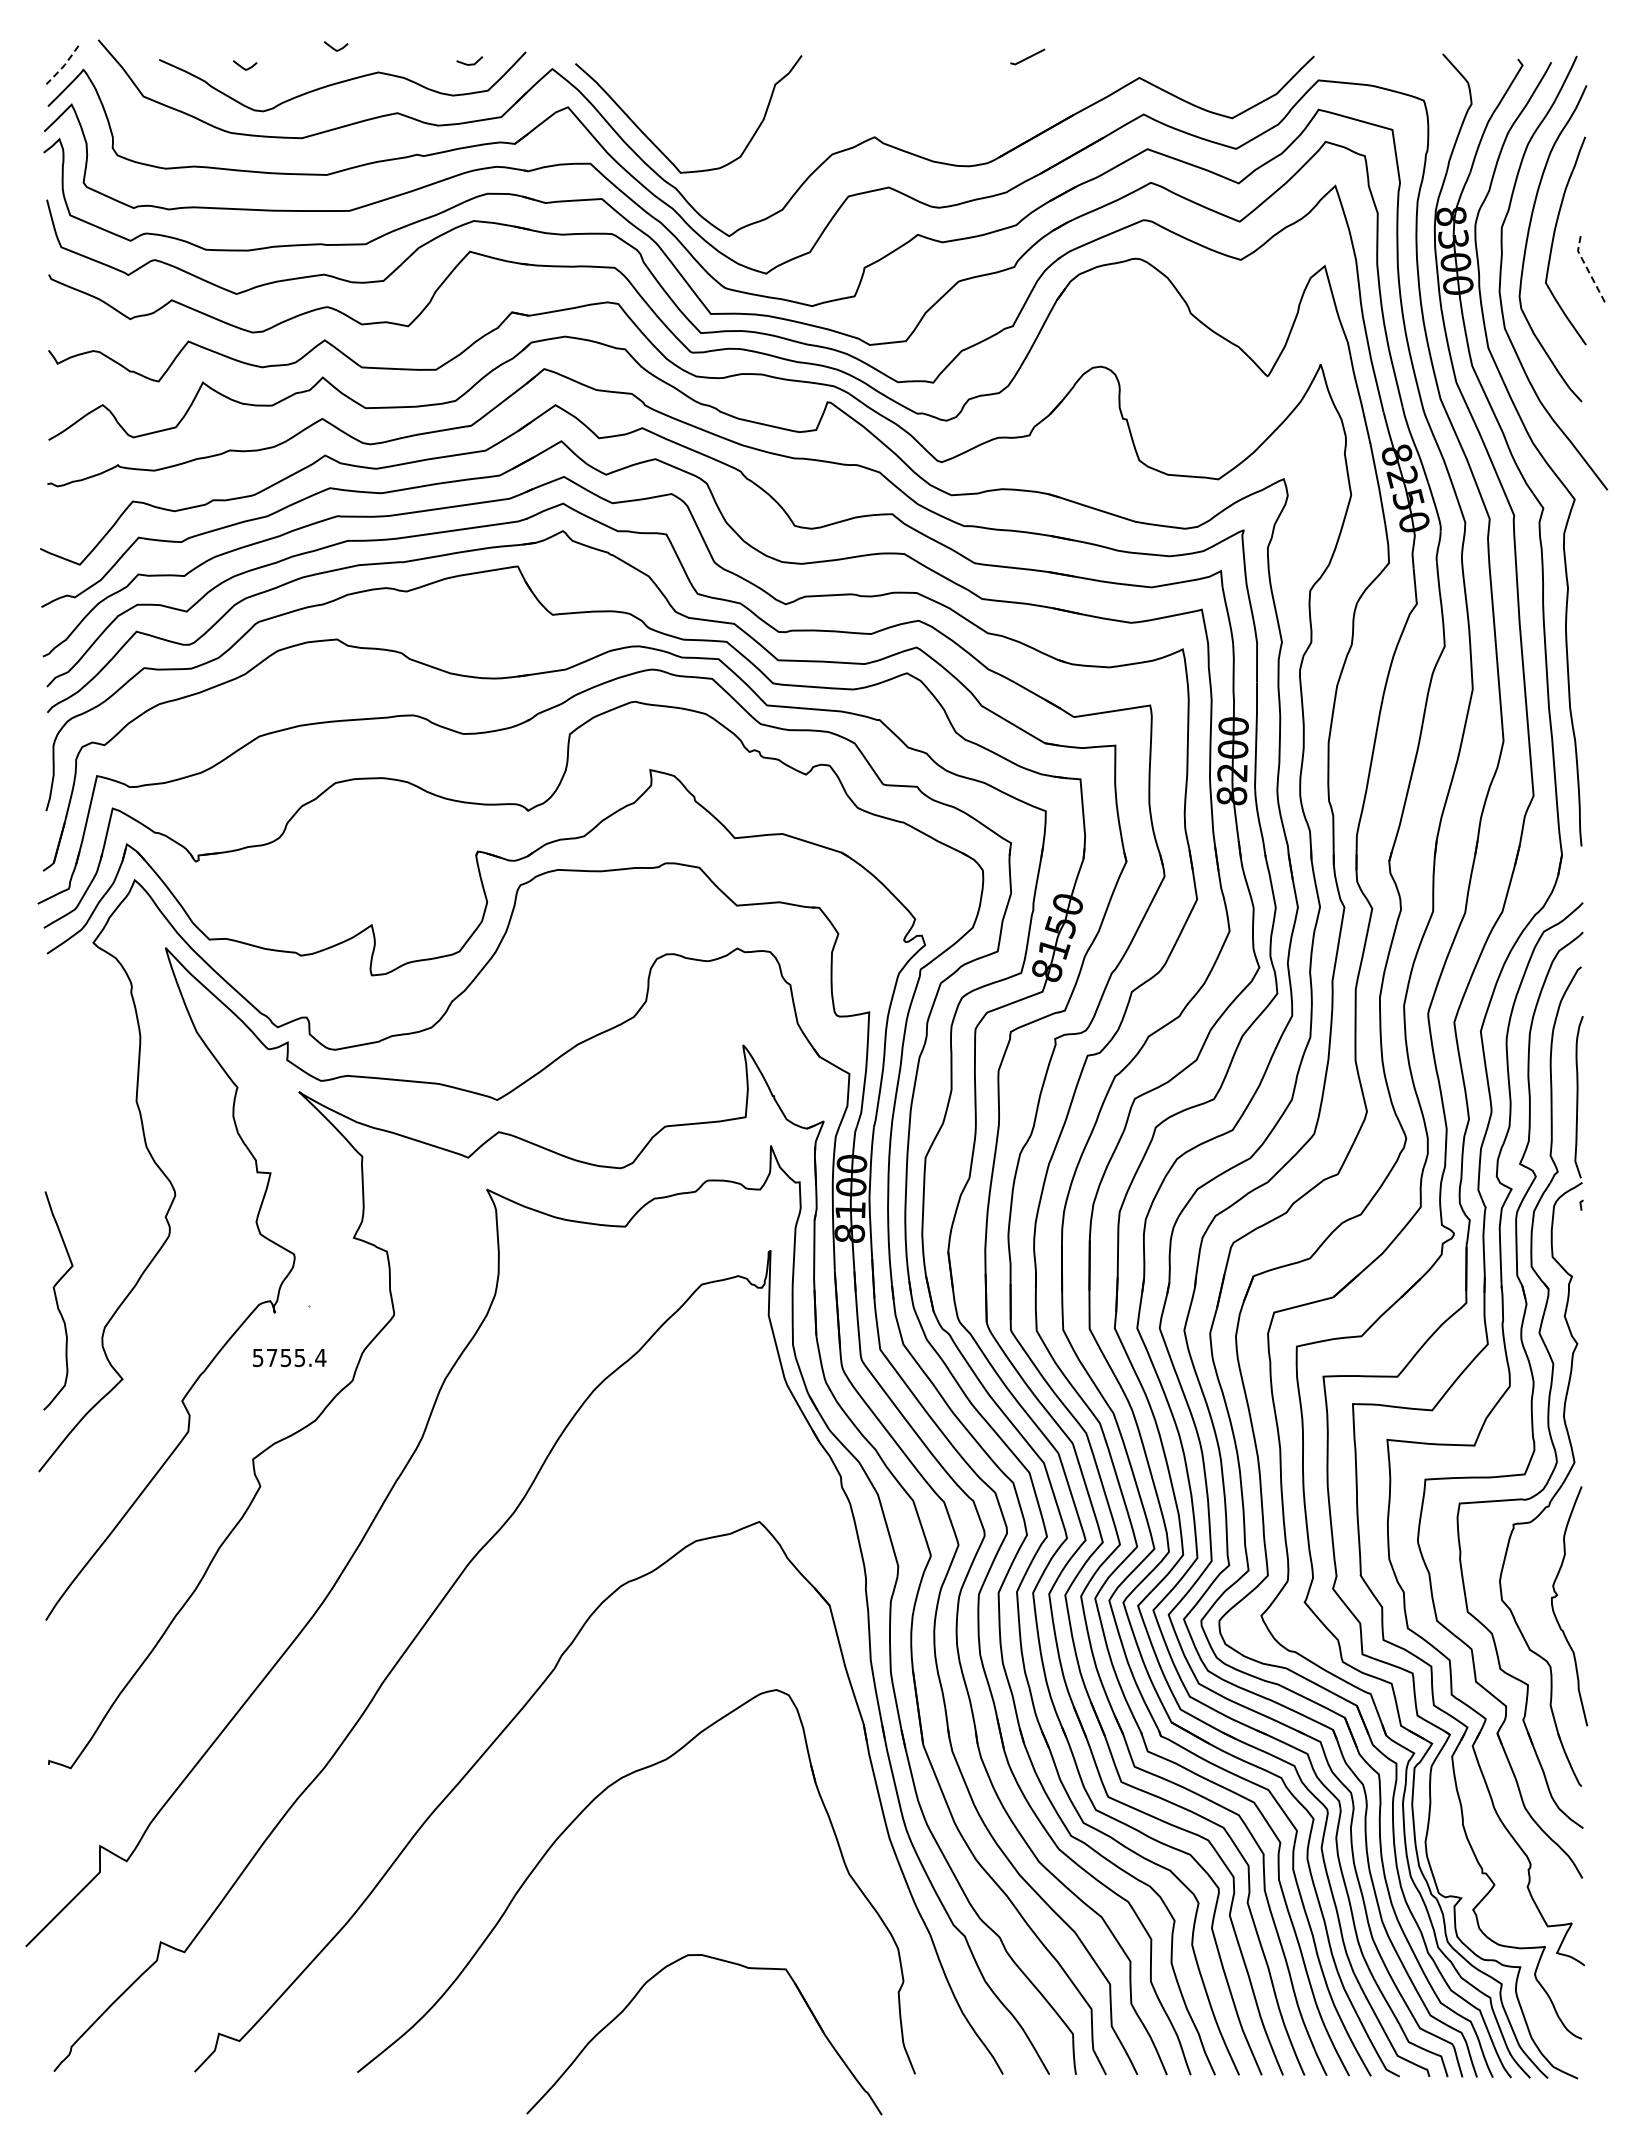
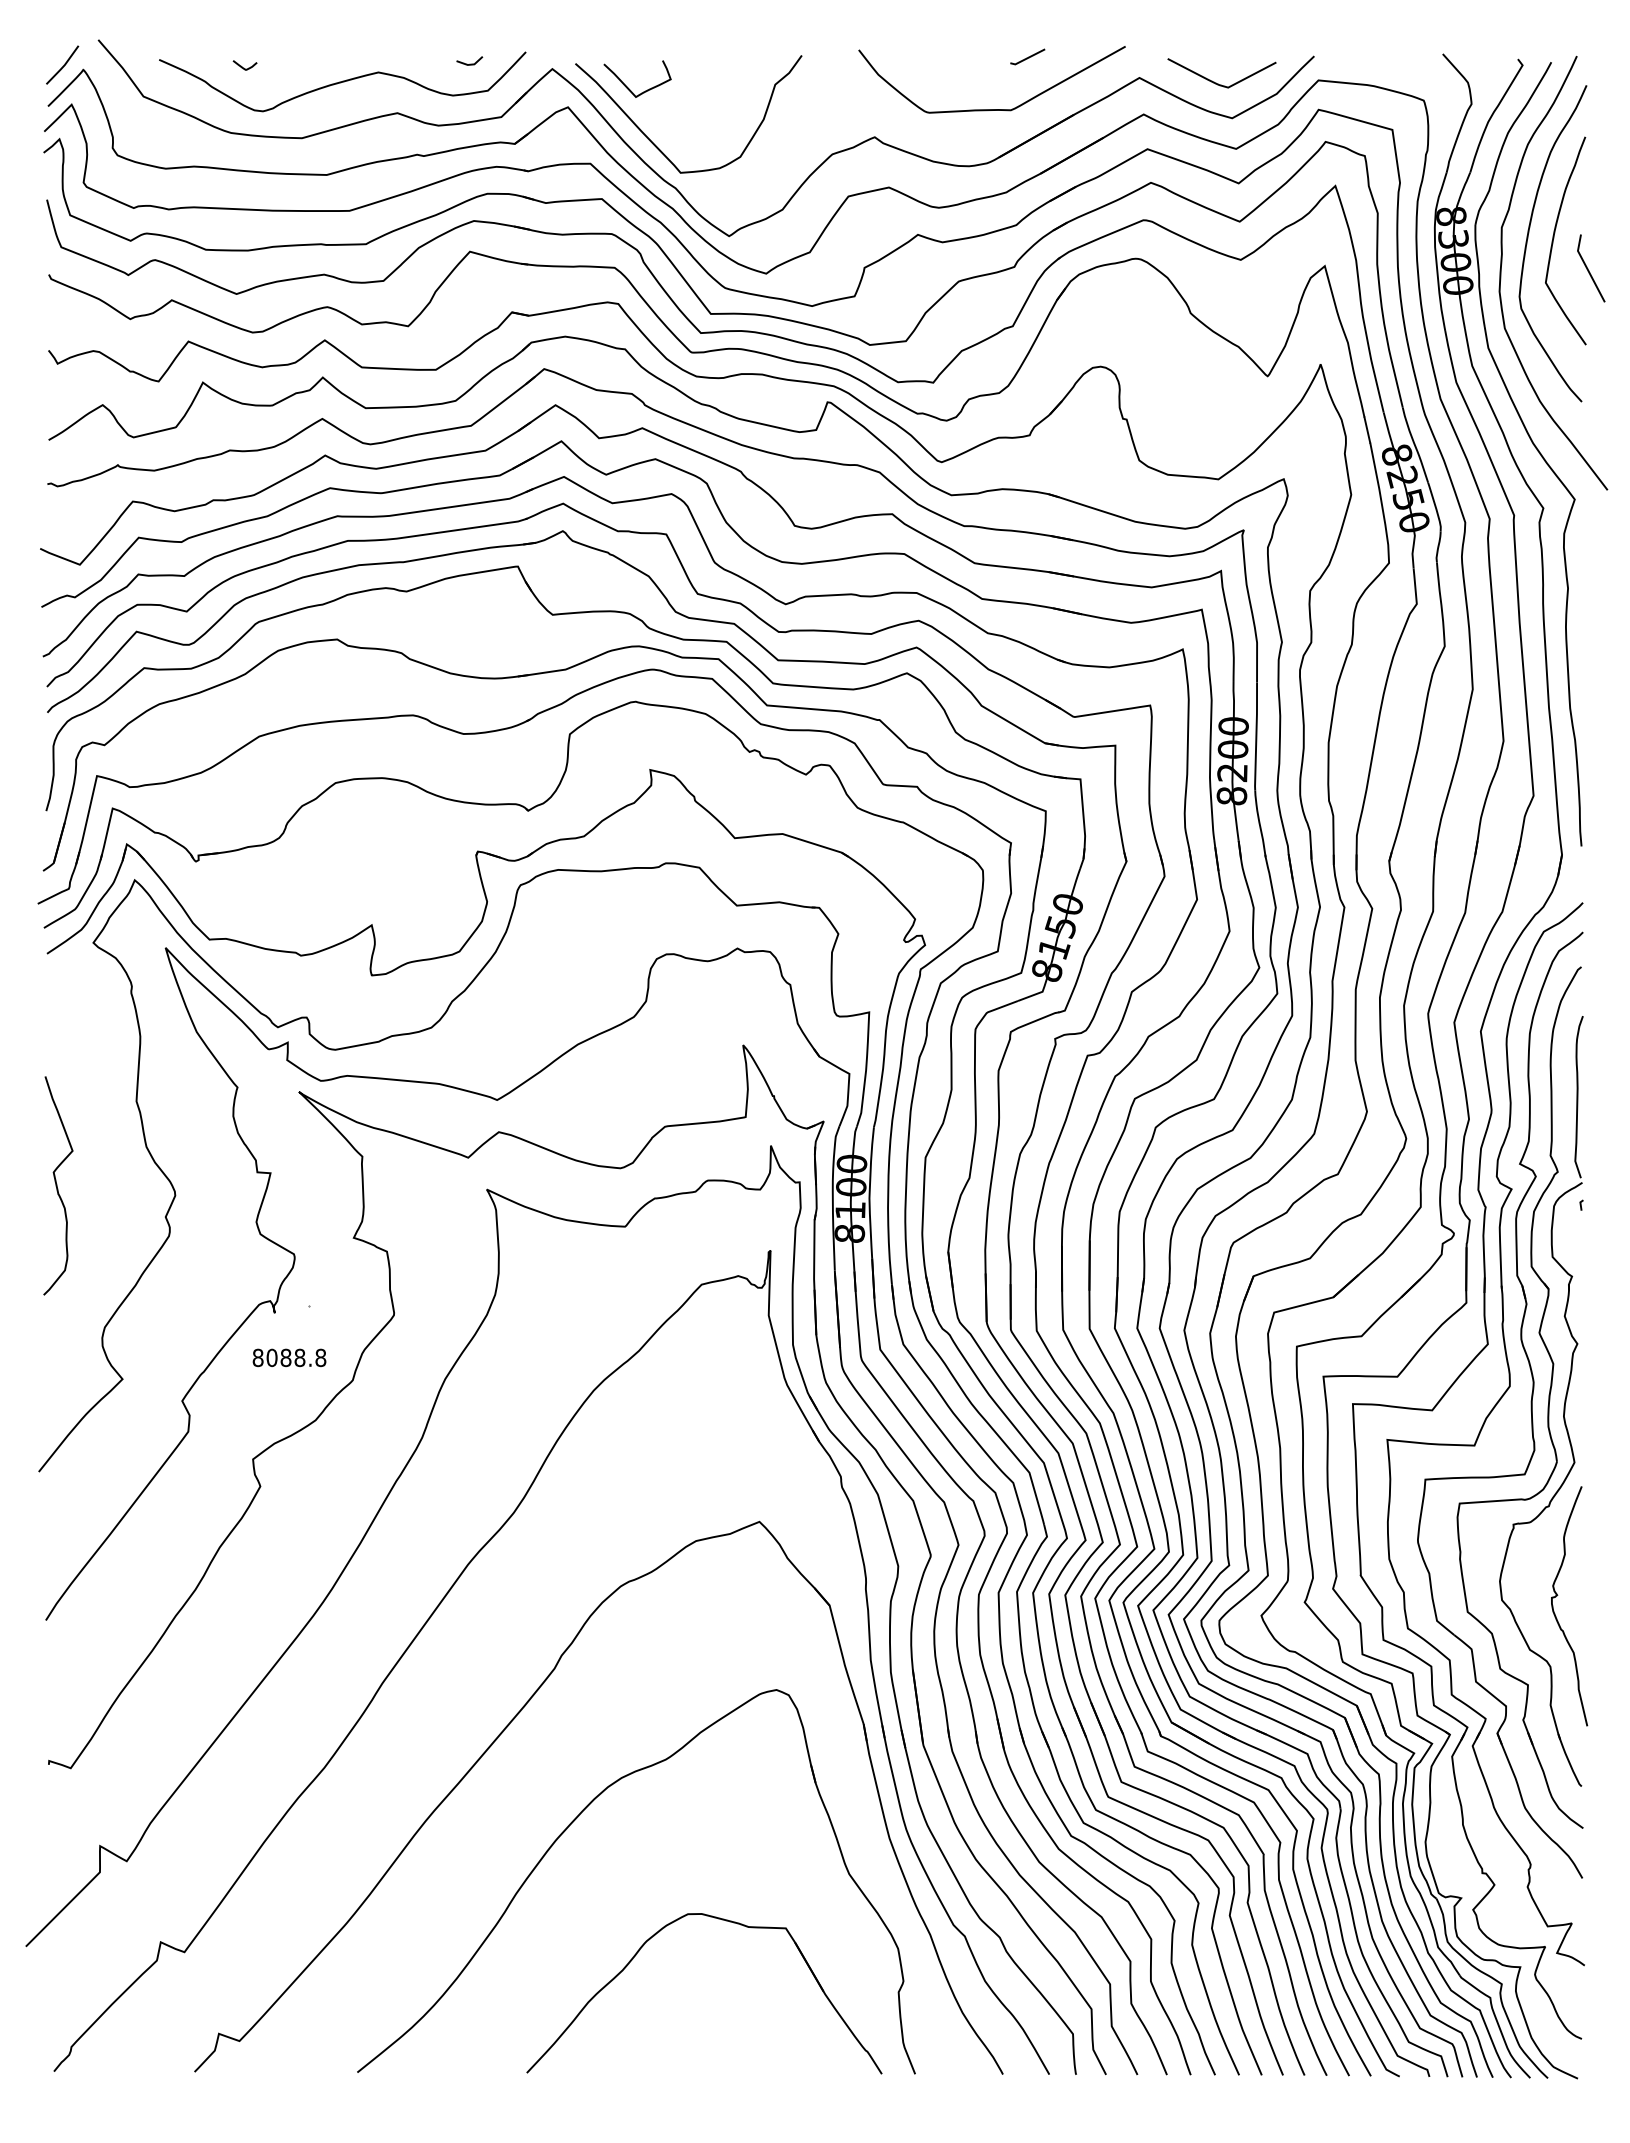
curve at (333, 47): present -> none
line at (63, 66): dashed -> solid
curve at (1216, 82): none -> present
curve at (628, 87): none -> present
curve at (991, 109): none -> present
line at (1587, 268): dashed -> solid
curve at (57, 1300) position: (57, 1300) -> (57, 1185)
text at (289, 1357): 5755.4 -> 8088.8
part at (722, 1961) position: (722, 1961) -> (722, 1920)
